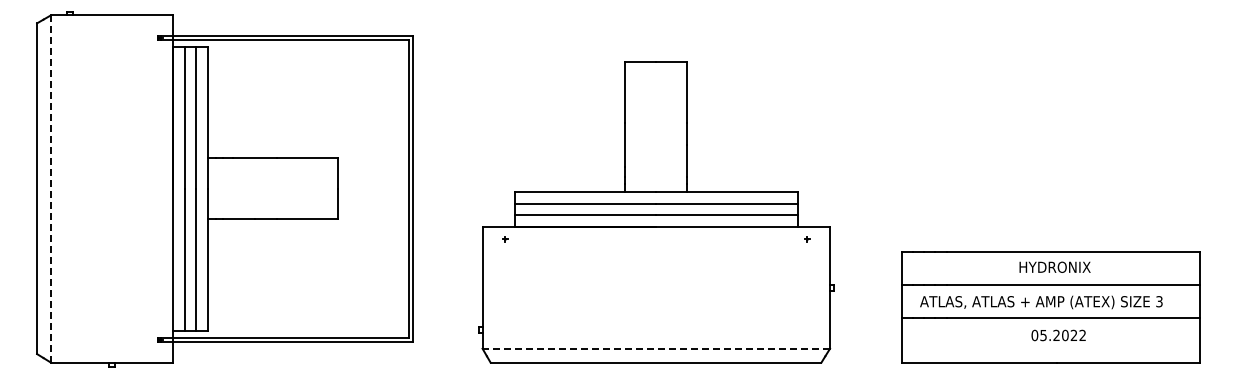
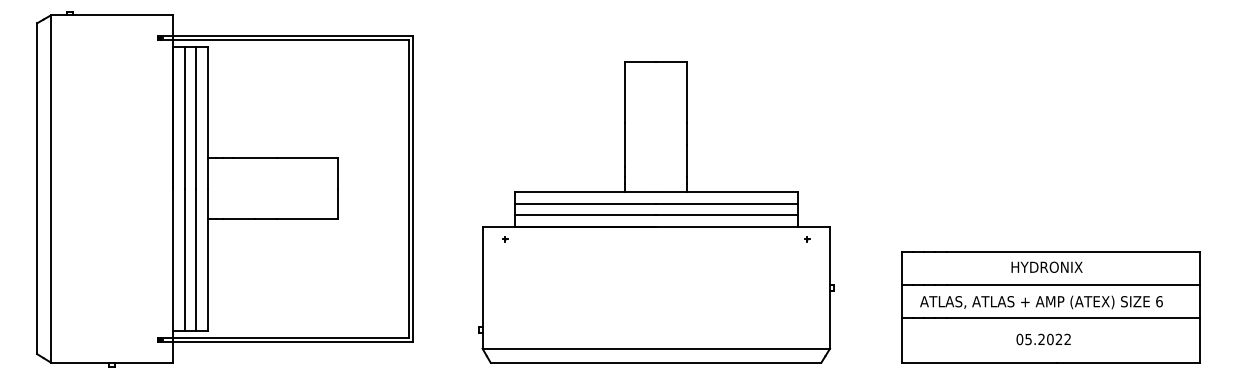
line at (51, 189): dashed -> solid
text at (1054, 266) position: (1054, 266) -> (1046, 266)
text at (1159, 301): 3 -> 6
text at (1058, 335) position: (1058, 335) -> (1043, 339)
line at (656, 348): dashed -> solid
